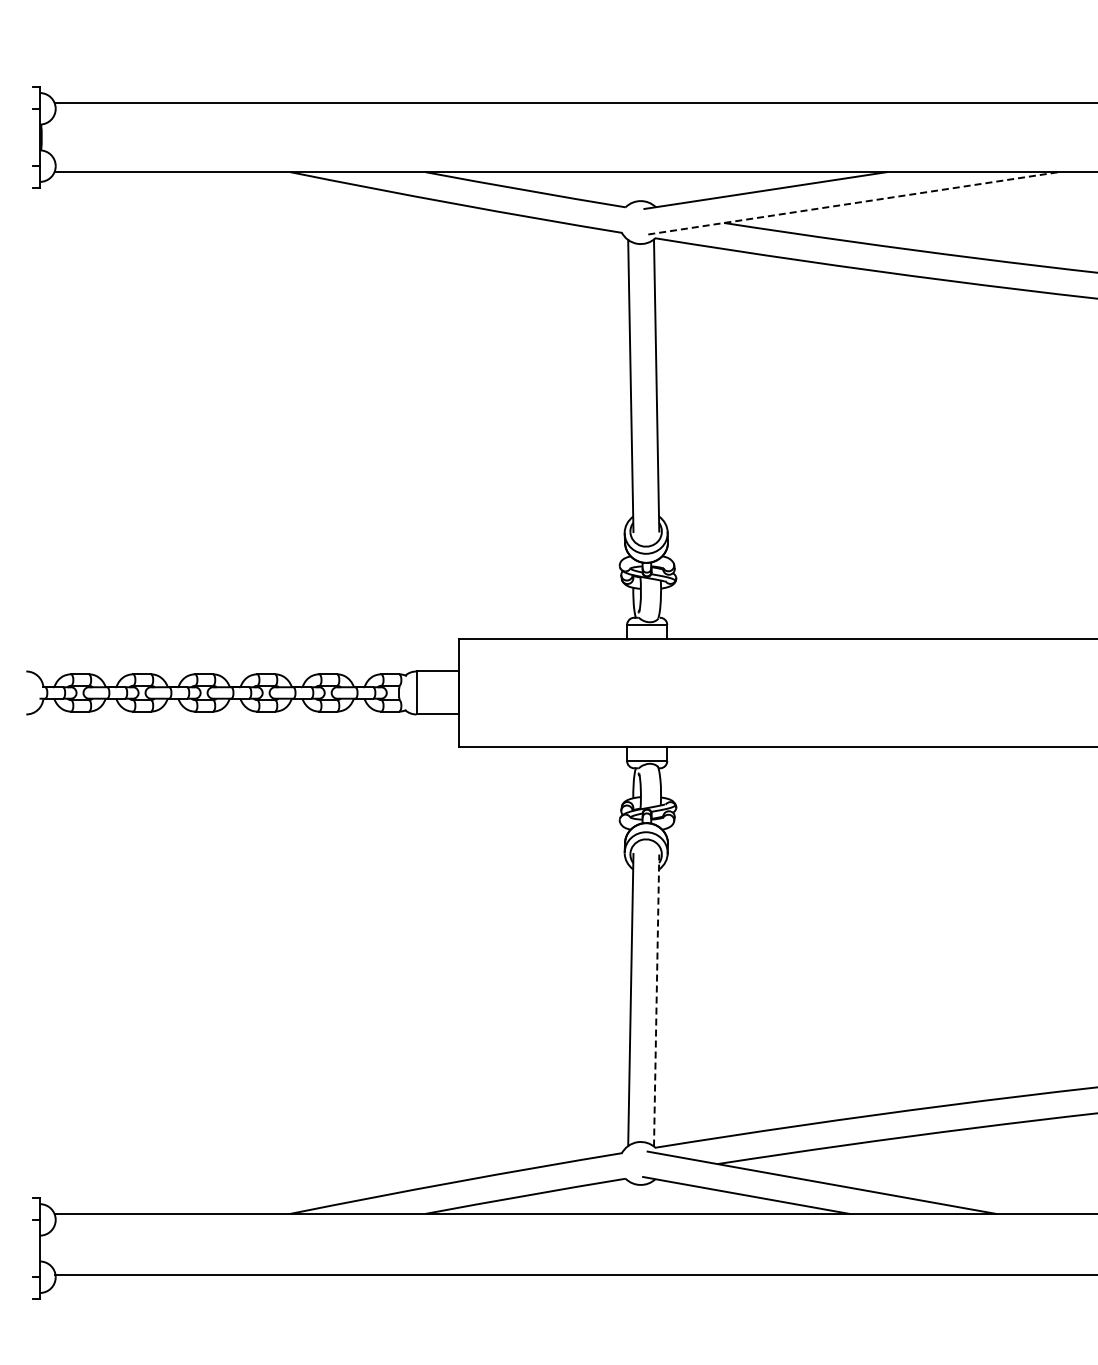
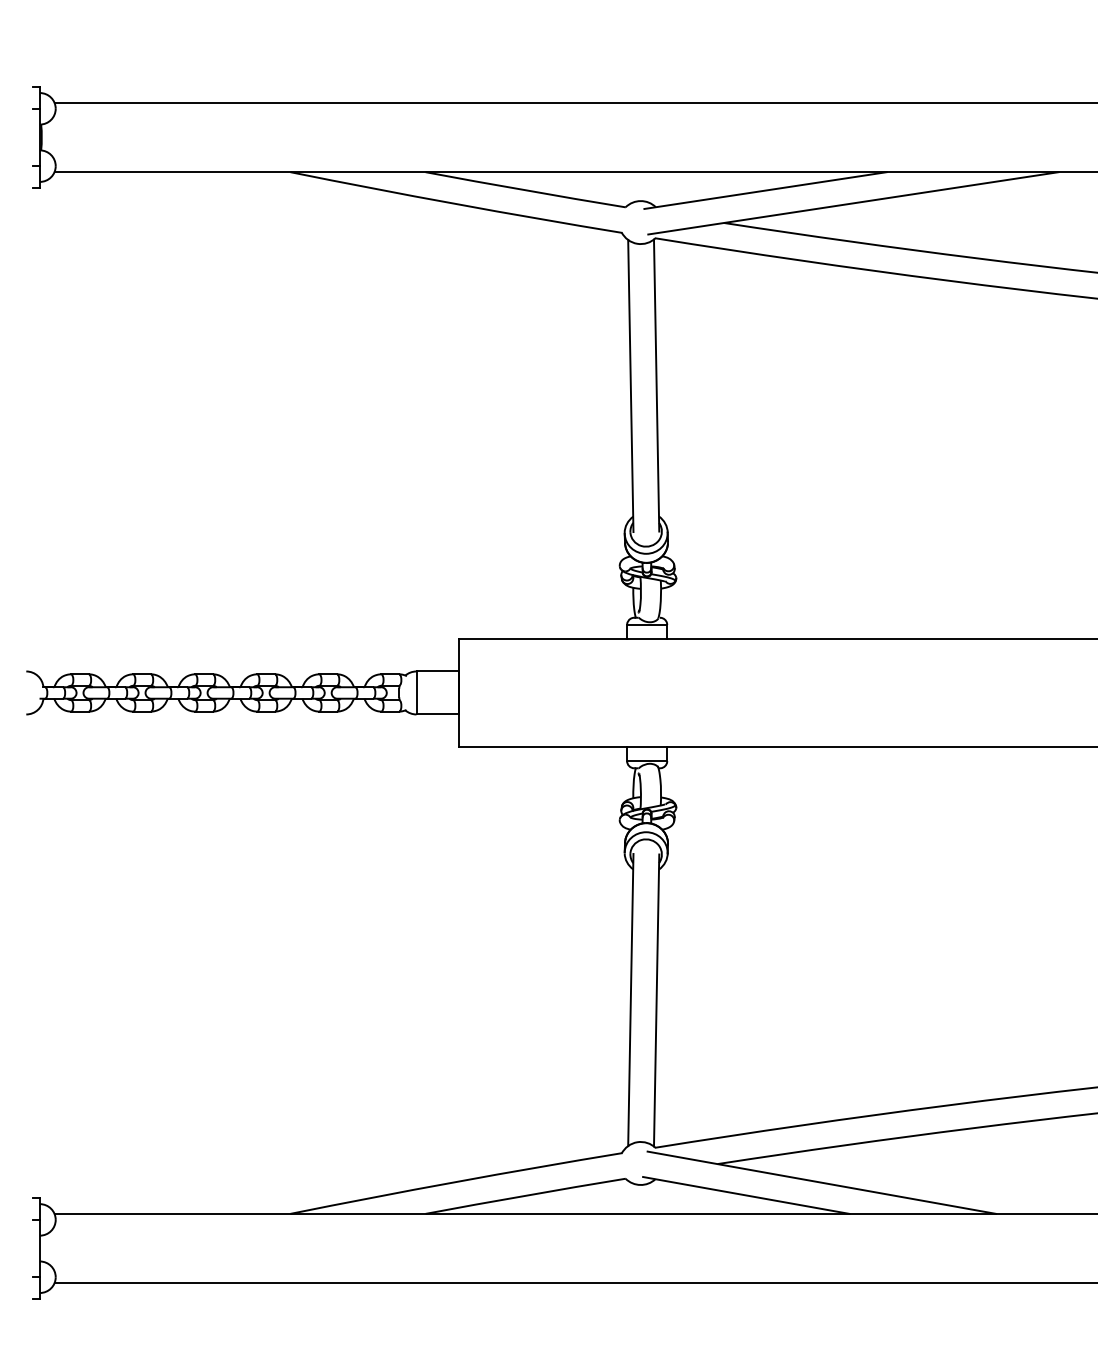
line at (853, 203): dashed -> solid
line at (656, 1000): dashed -> solid
line at (574, 1275) position: (574, 1275) -> (574, 1283)
